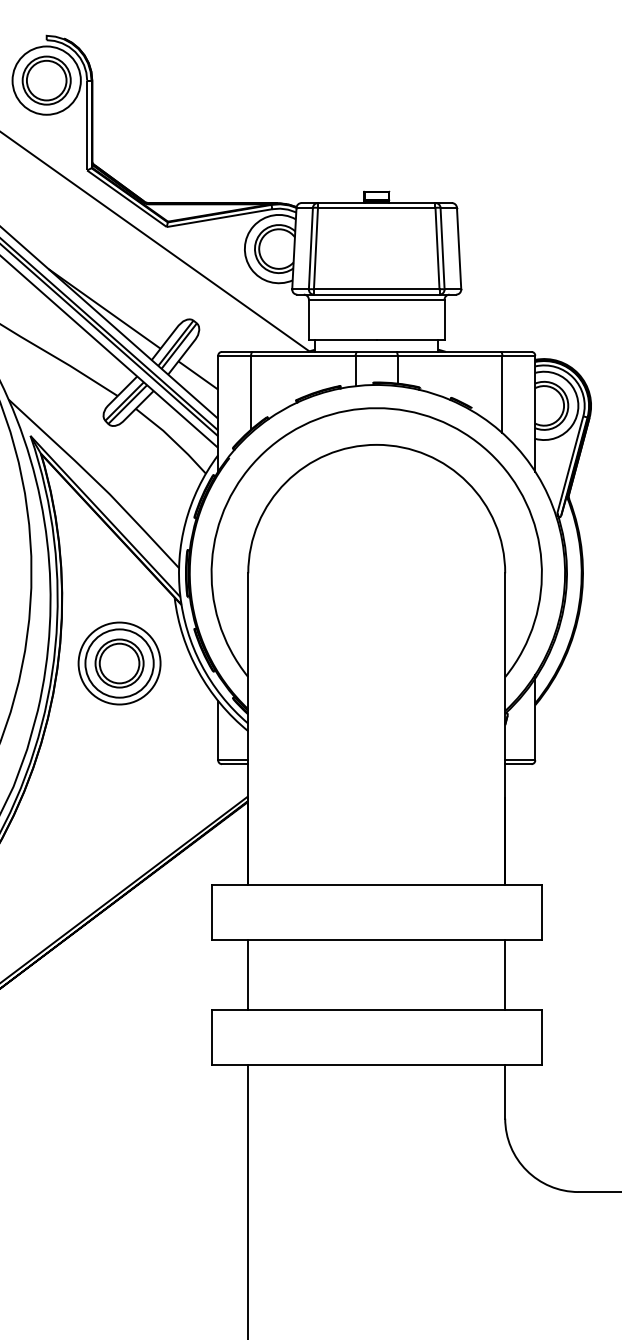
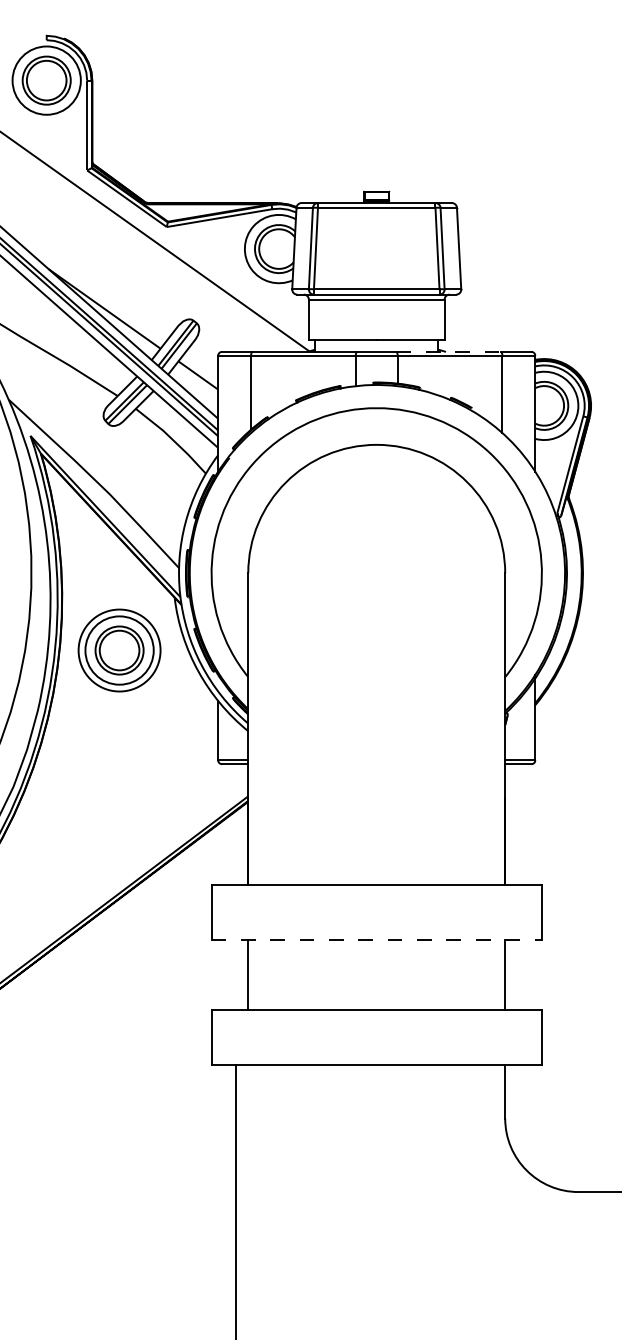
line at (449, 351): solid -> dashed
part at (119, 663) position: (119, 663) -> (119, 650)
line at (377, 939): solid -> dashed
line at (248, 1200) position: (248, 1200) -> (236, 1200)
